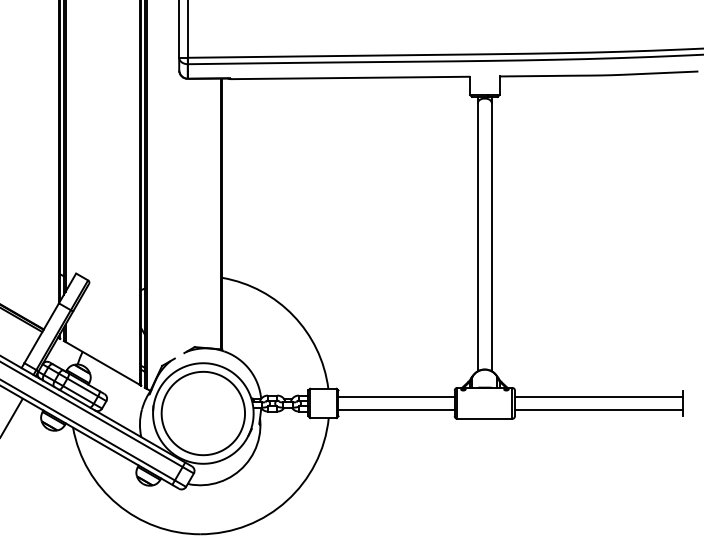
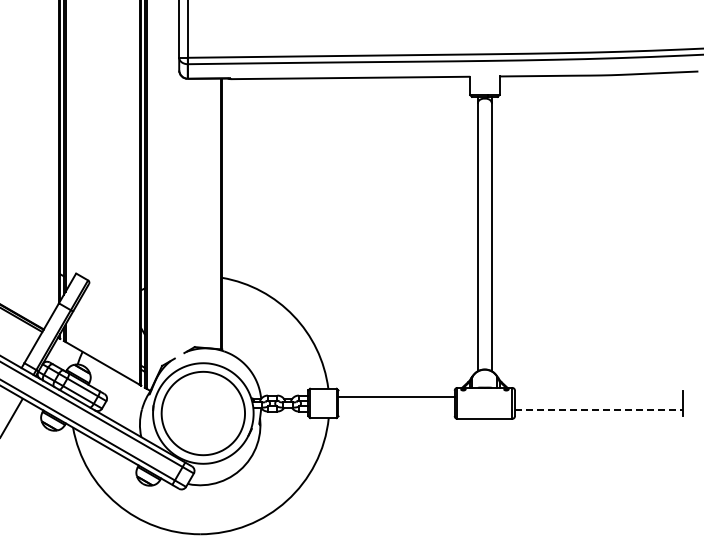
line at (598, 396): present -> none
line at (396, 410): present -> none
line at (598, 410): solid -> dashed
